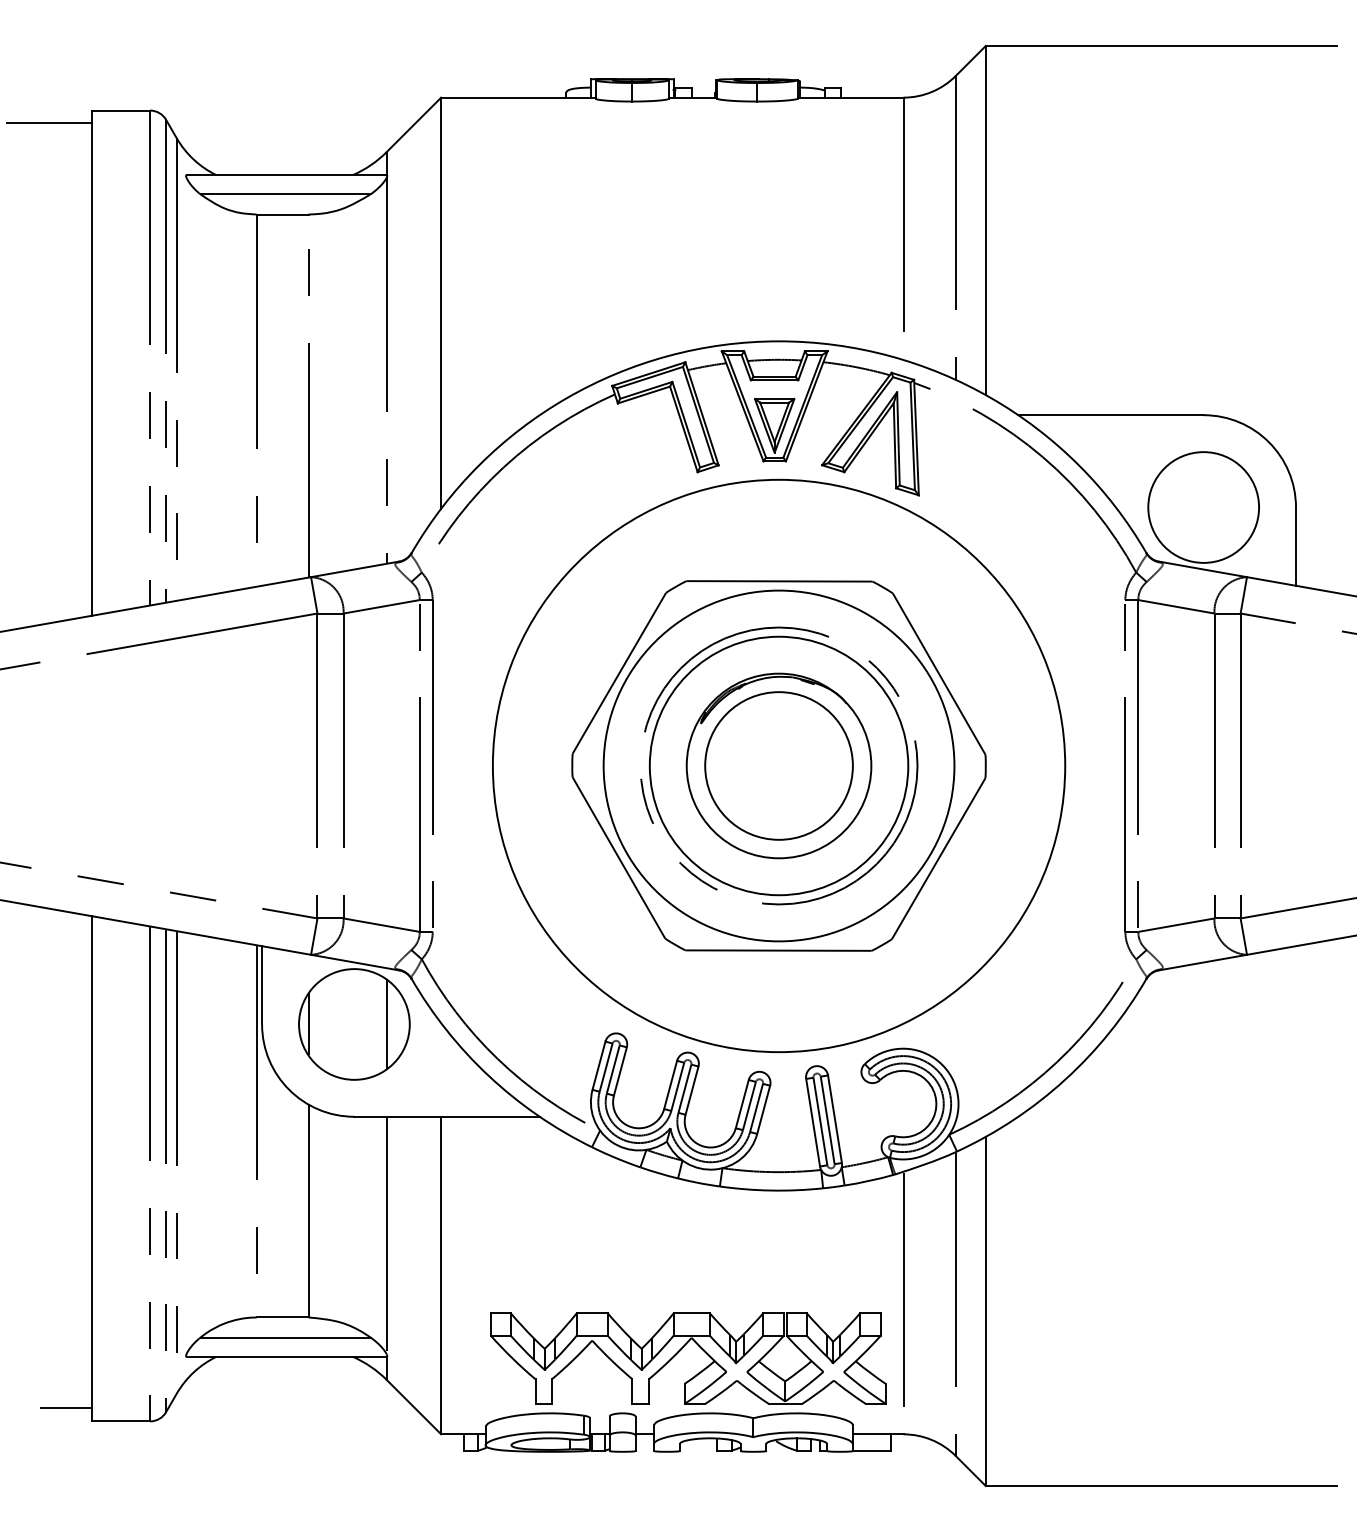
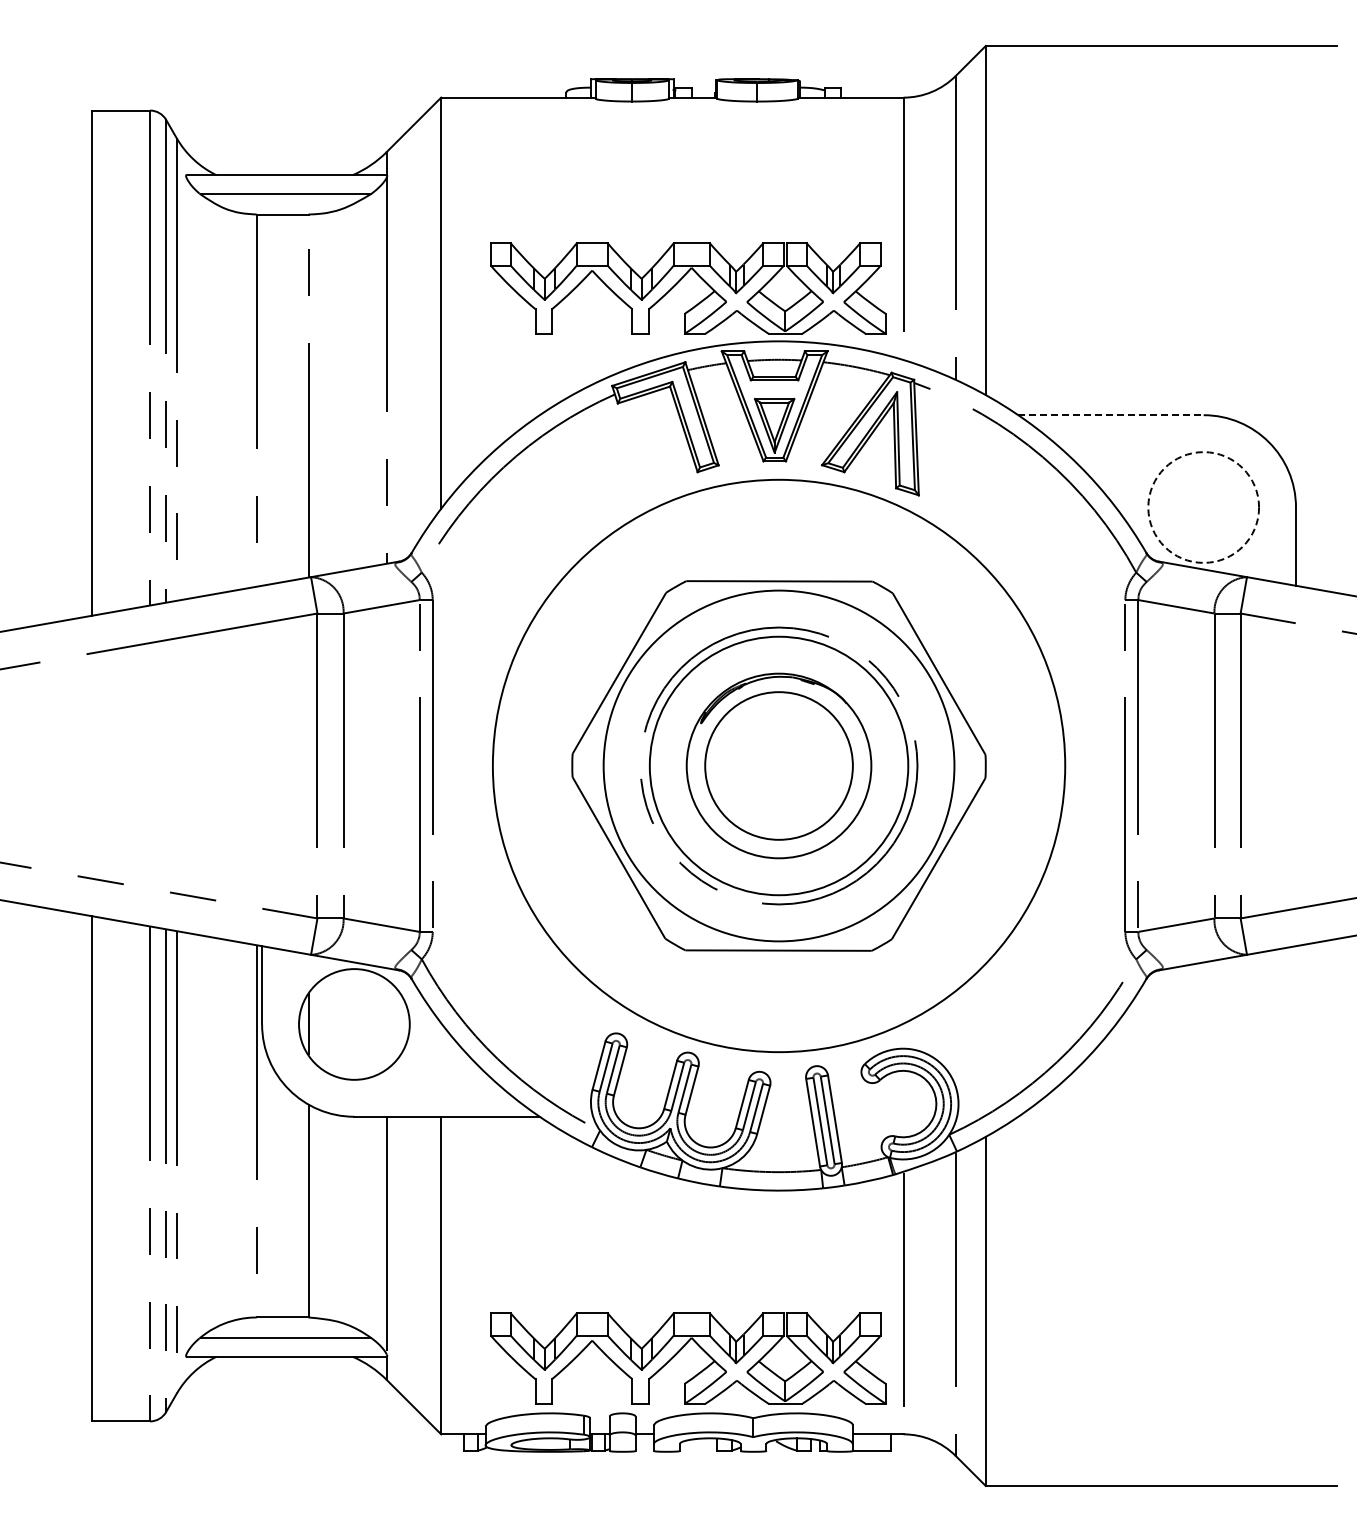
line at (49, 123): present -> none
part at (681, 280): none -> present
line at (1111, 415): solid -> dashed
circle at (1203, 507): solid -> dashed
line at (386, 1024): present -> none
line at (66, 1408): present -> none
